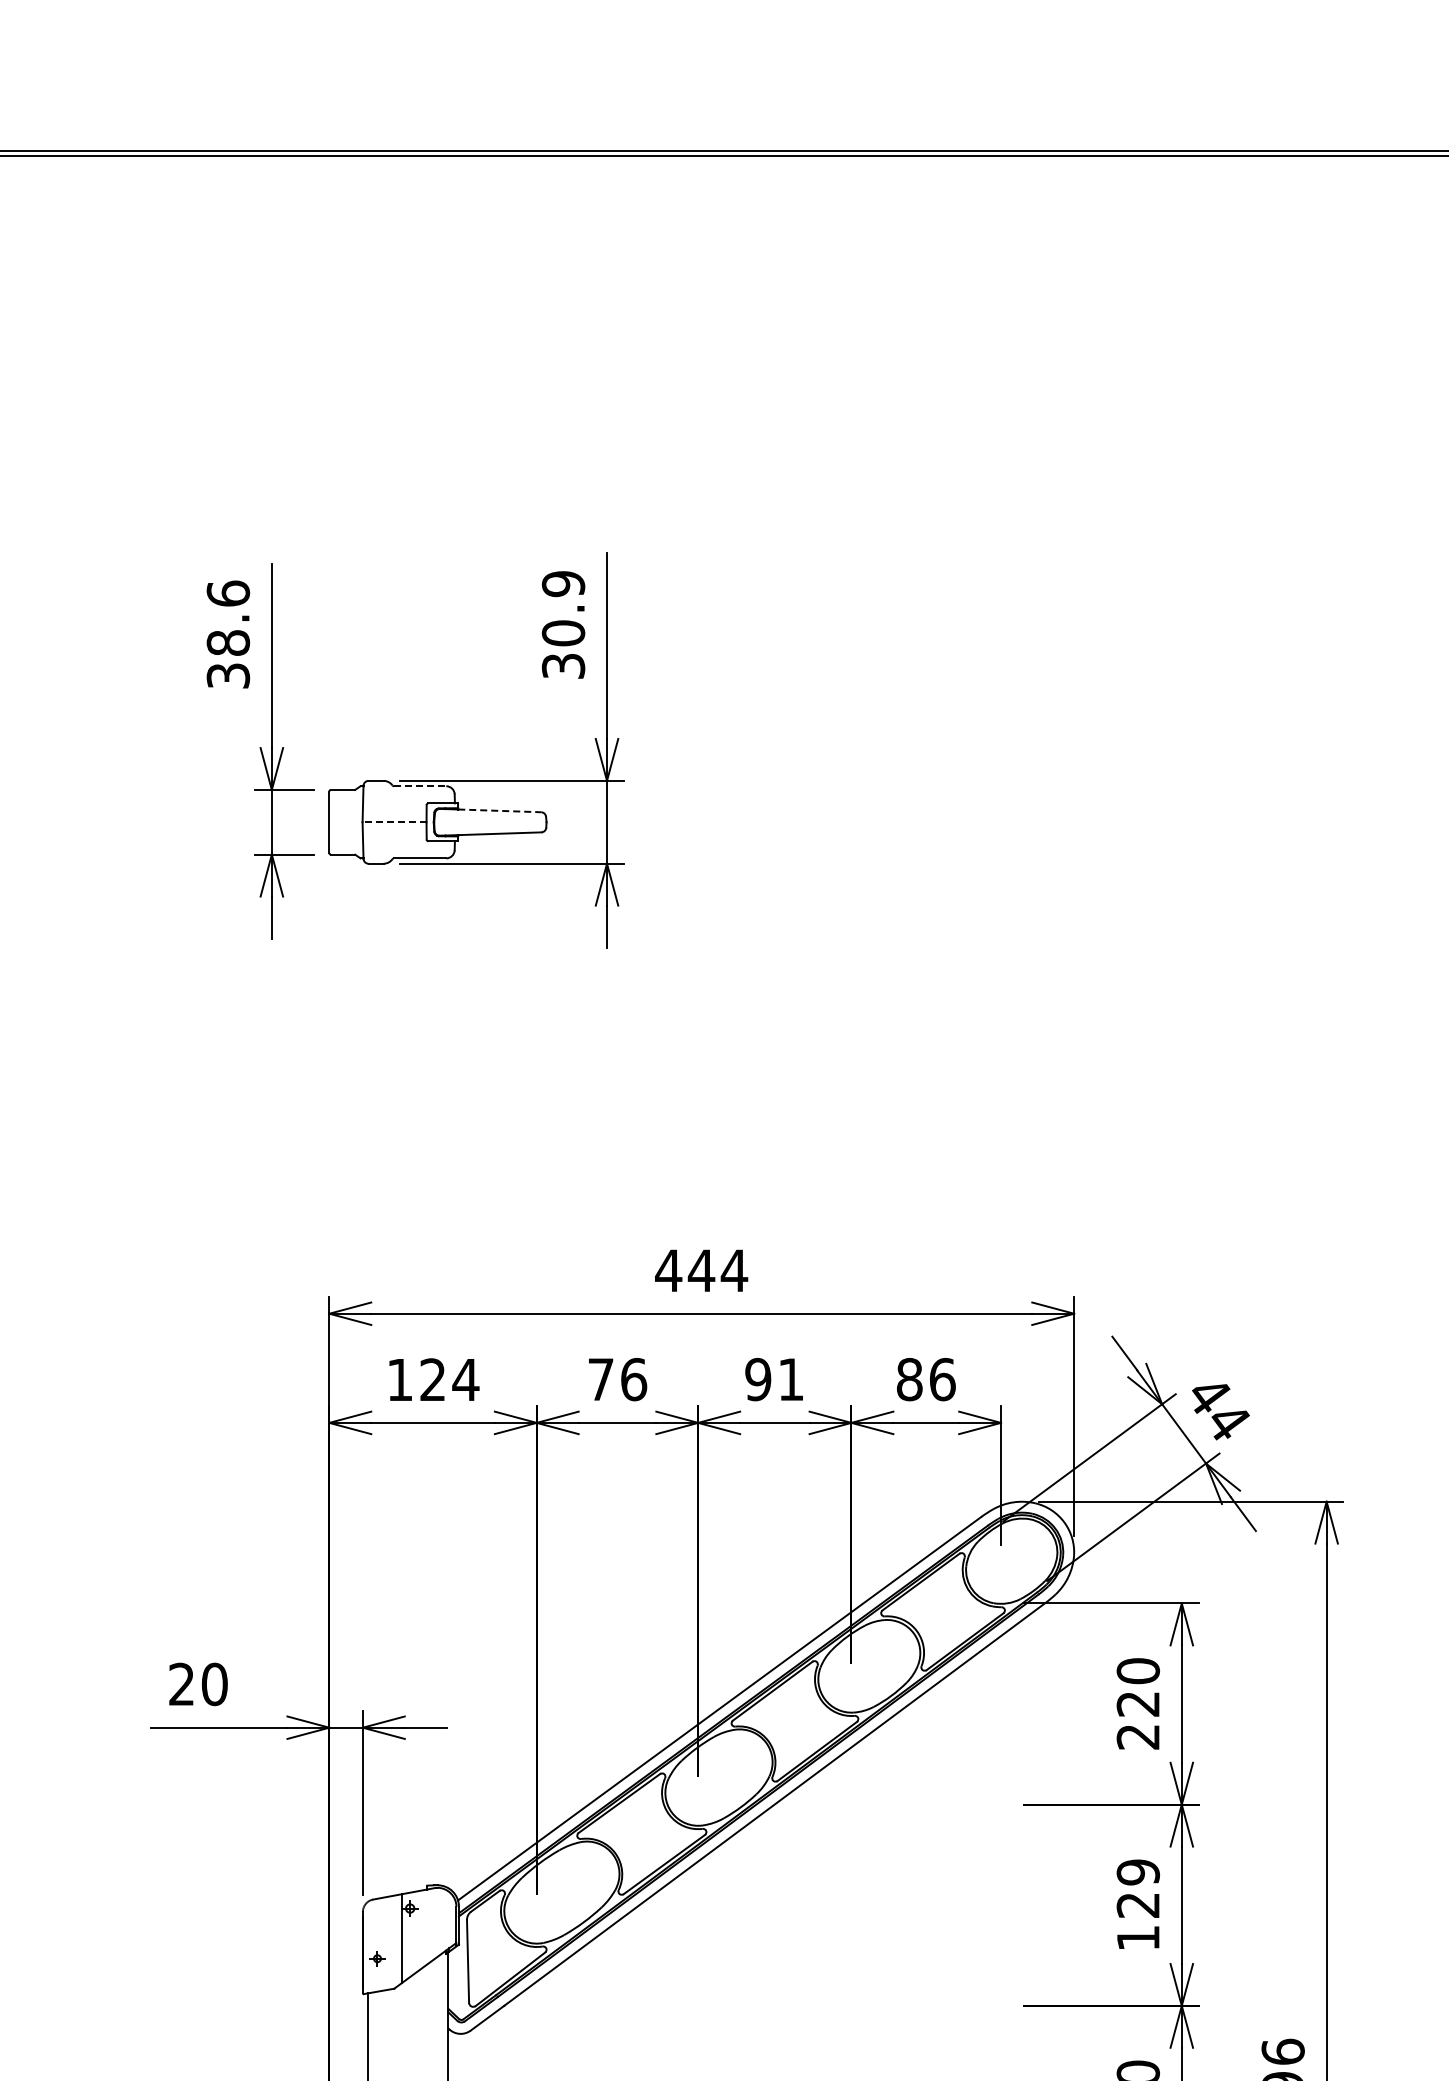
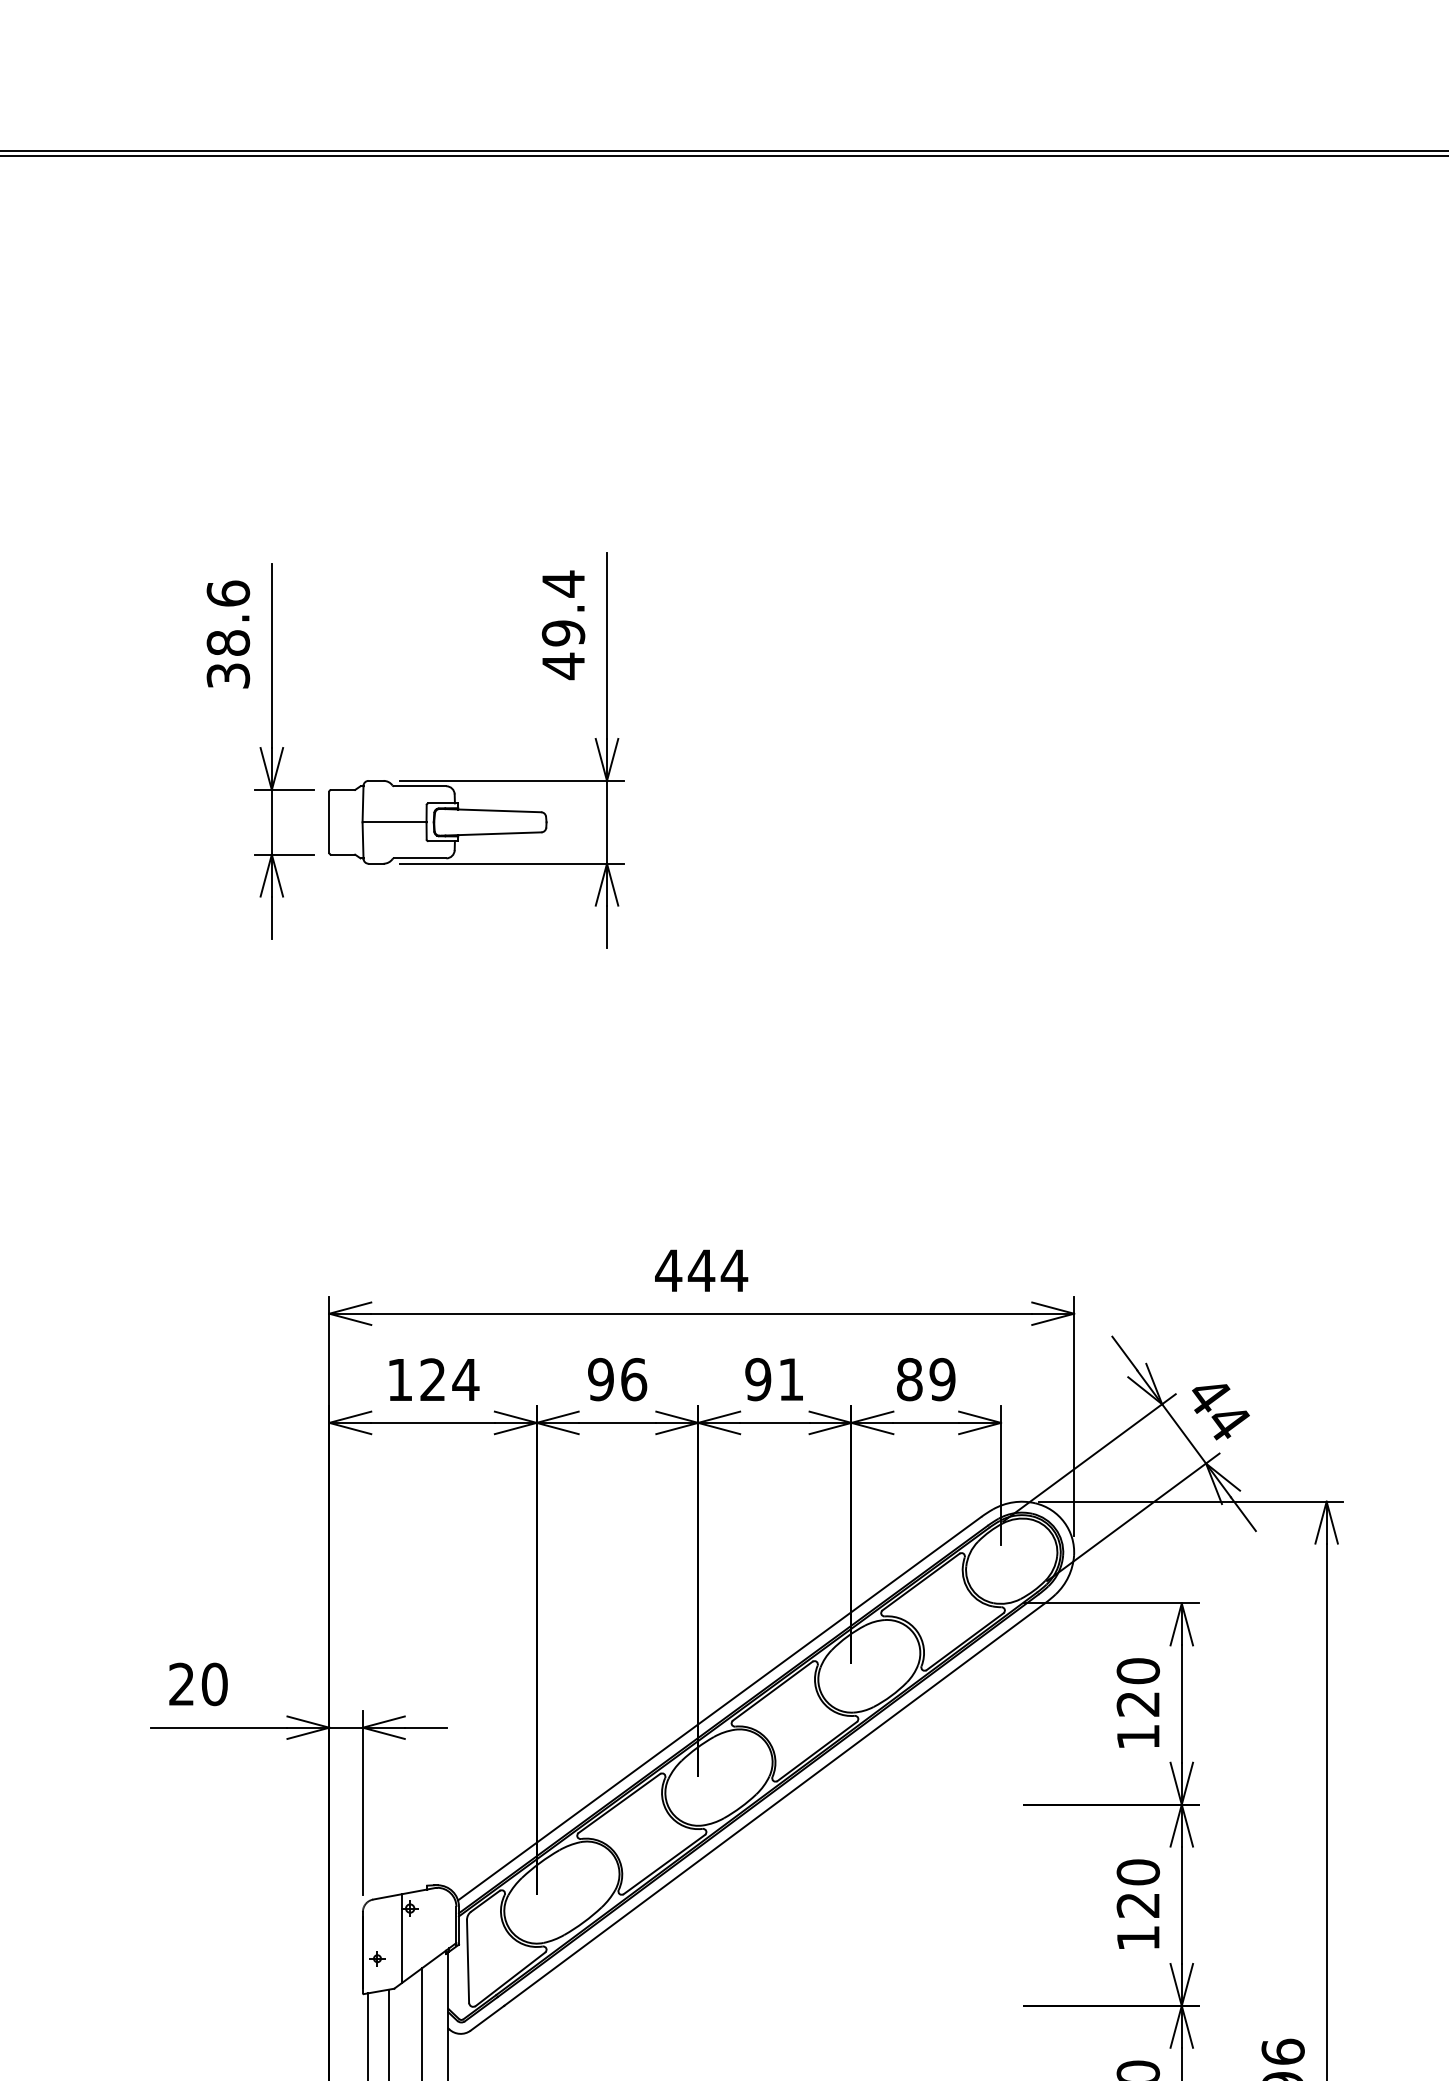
text at (563, 625): 30.9 -> 49.4
line at (420, 786): dashed -> solid
line at (499, 810): dashed -> solid
line at (394, 822): dashed -> solid
text at (600, 1379): 76 -> 96
text at (942, 1379): 86 -> 89
text at (1137, 1737): 220 -> 120
text at (1138, 1872): 129 -> 120
line at (422, 2022): none -> present
line at (388, 2033): none -> present
